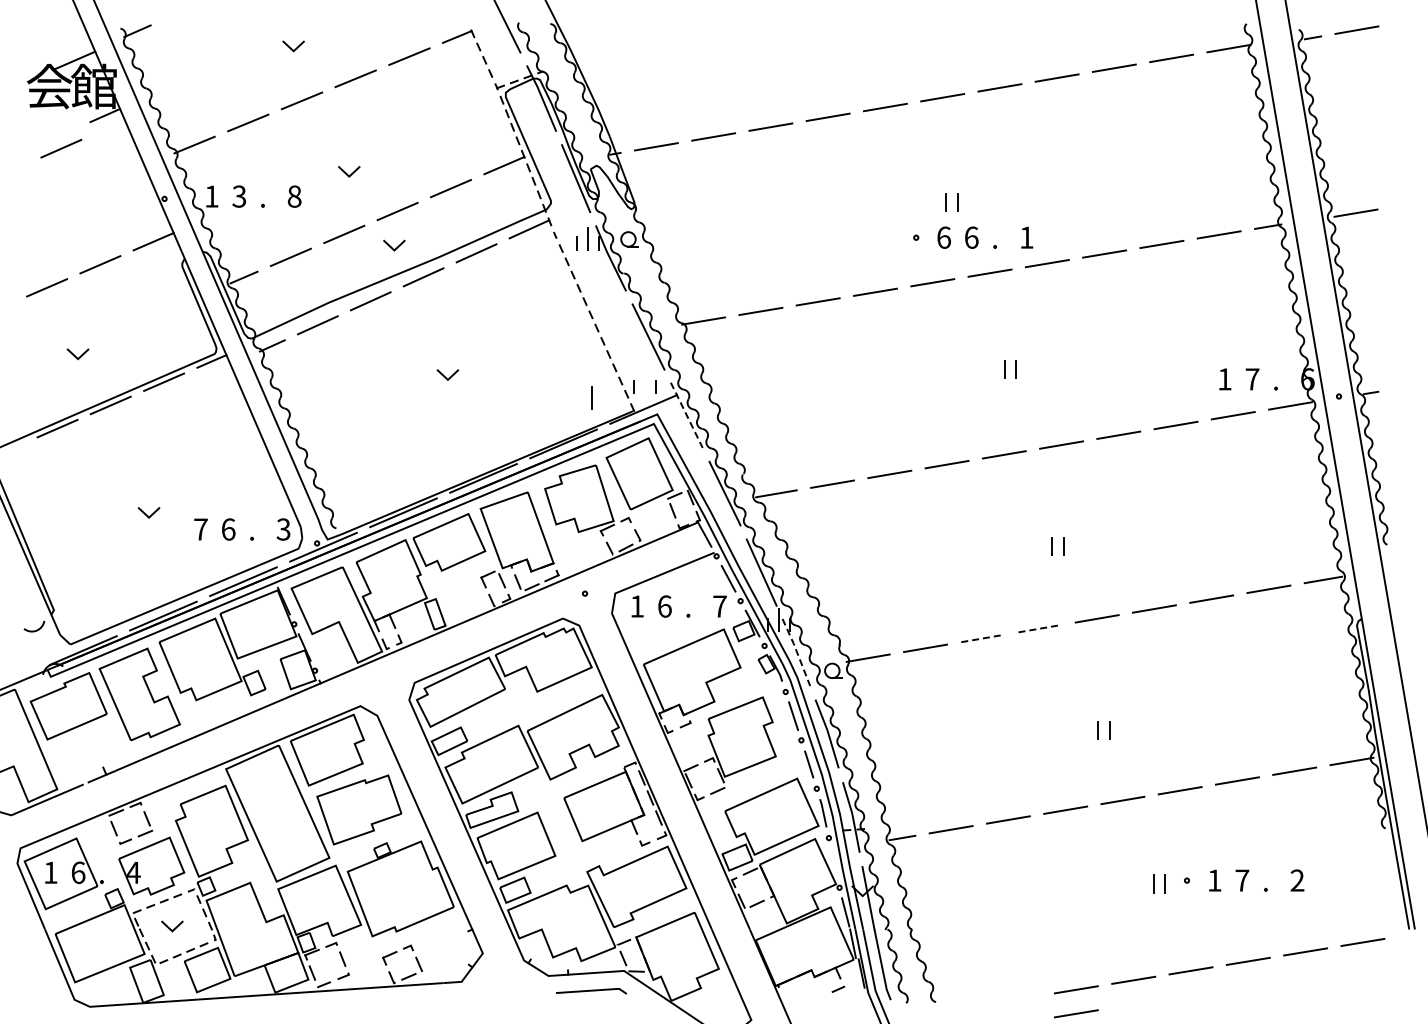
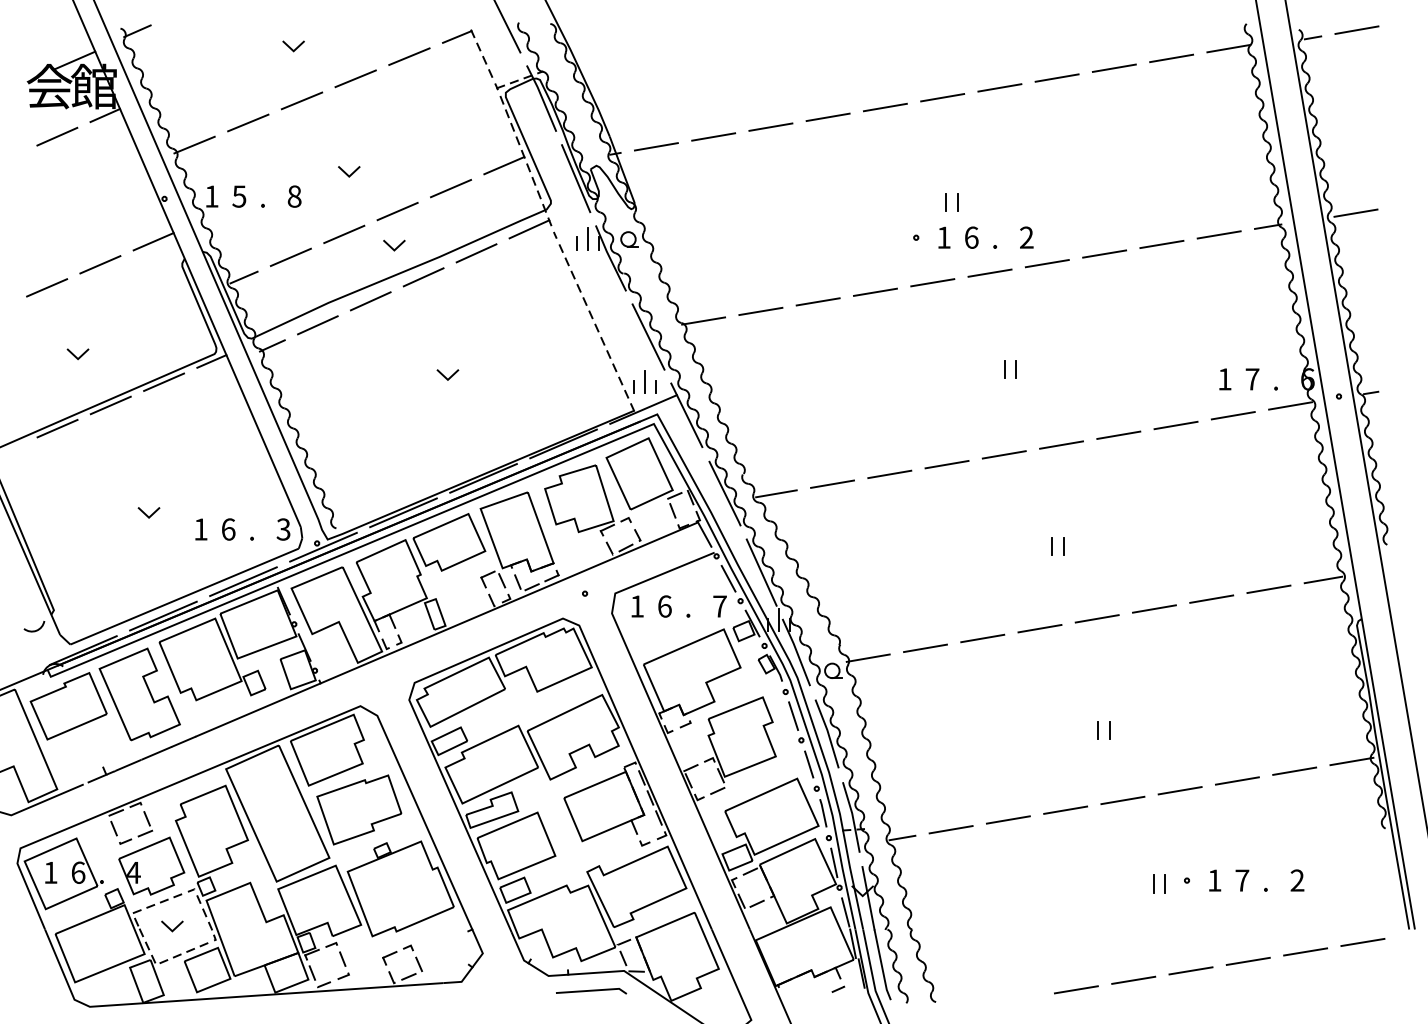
line at (61, 148) position: (61, 148) -> (57, 136)
text at (239, 196): 3 -> 5
text at (943, 237): 6 -> 1
text at (1026, 237): 1 -> 2
line at (591, 397) position: (591, 397) -> (644, 381)
line at (686, 414): dashed -> solid
text at (200, 529): 7 -> 1
line at (1039, 628): dashed -> solid
line at (982, 638): dashed -> solid
line at (796, 652): dashed -> solid
line at (834, 862): none -> present
line at (1076, 1013): present -> none
